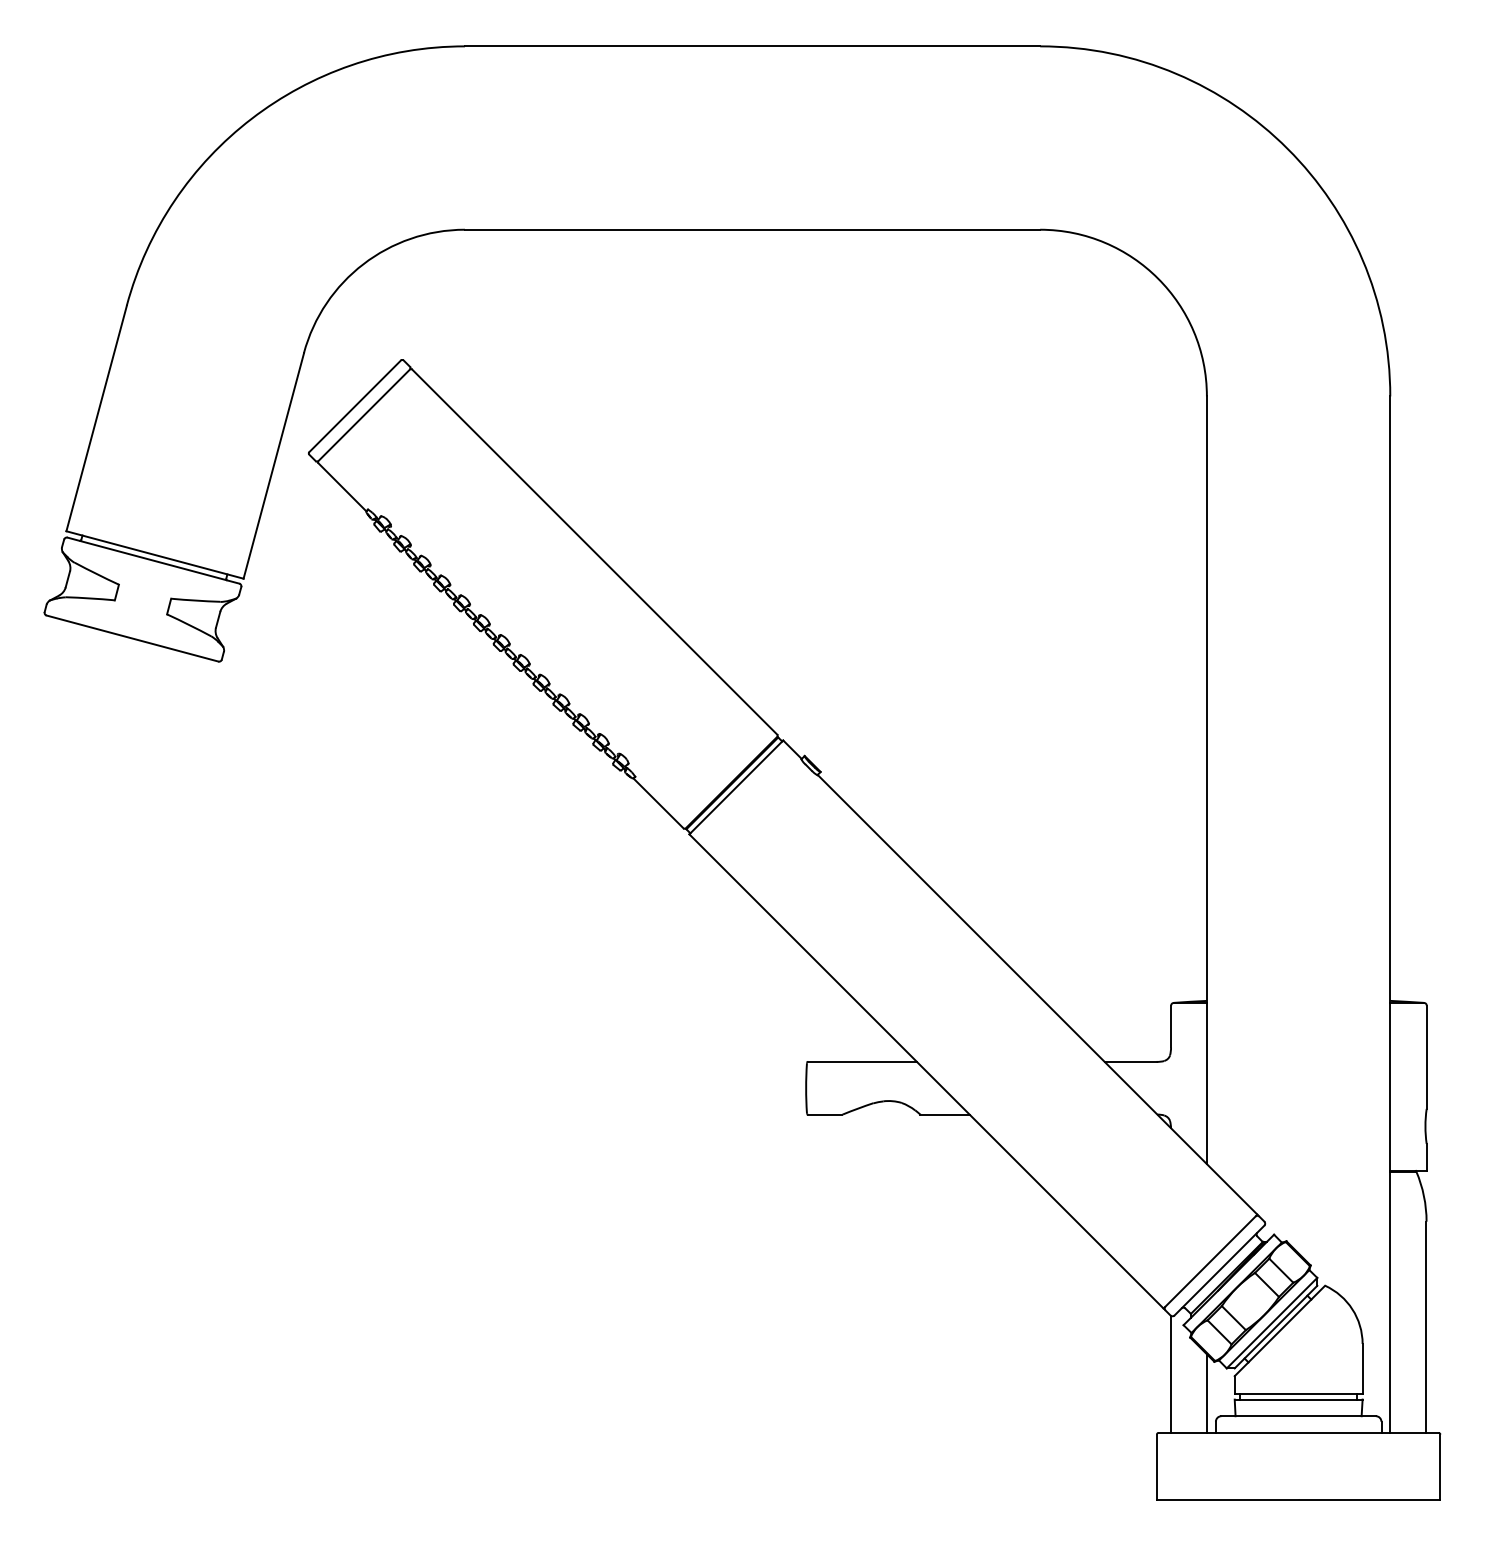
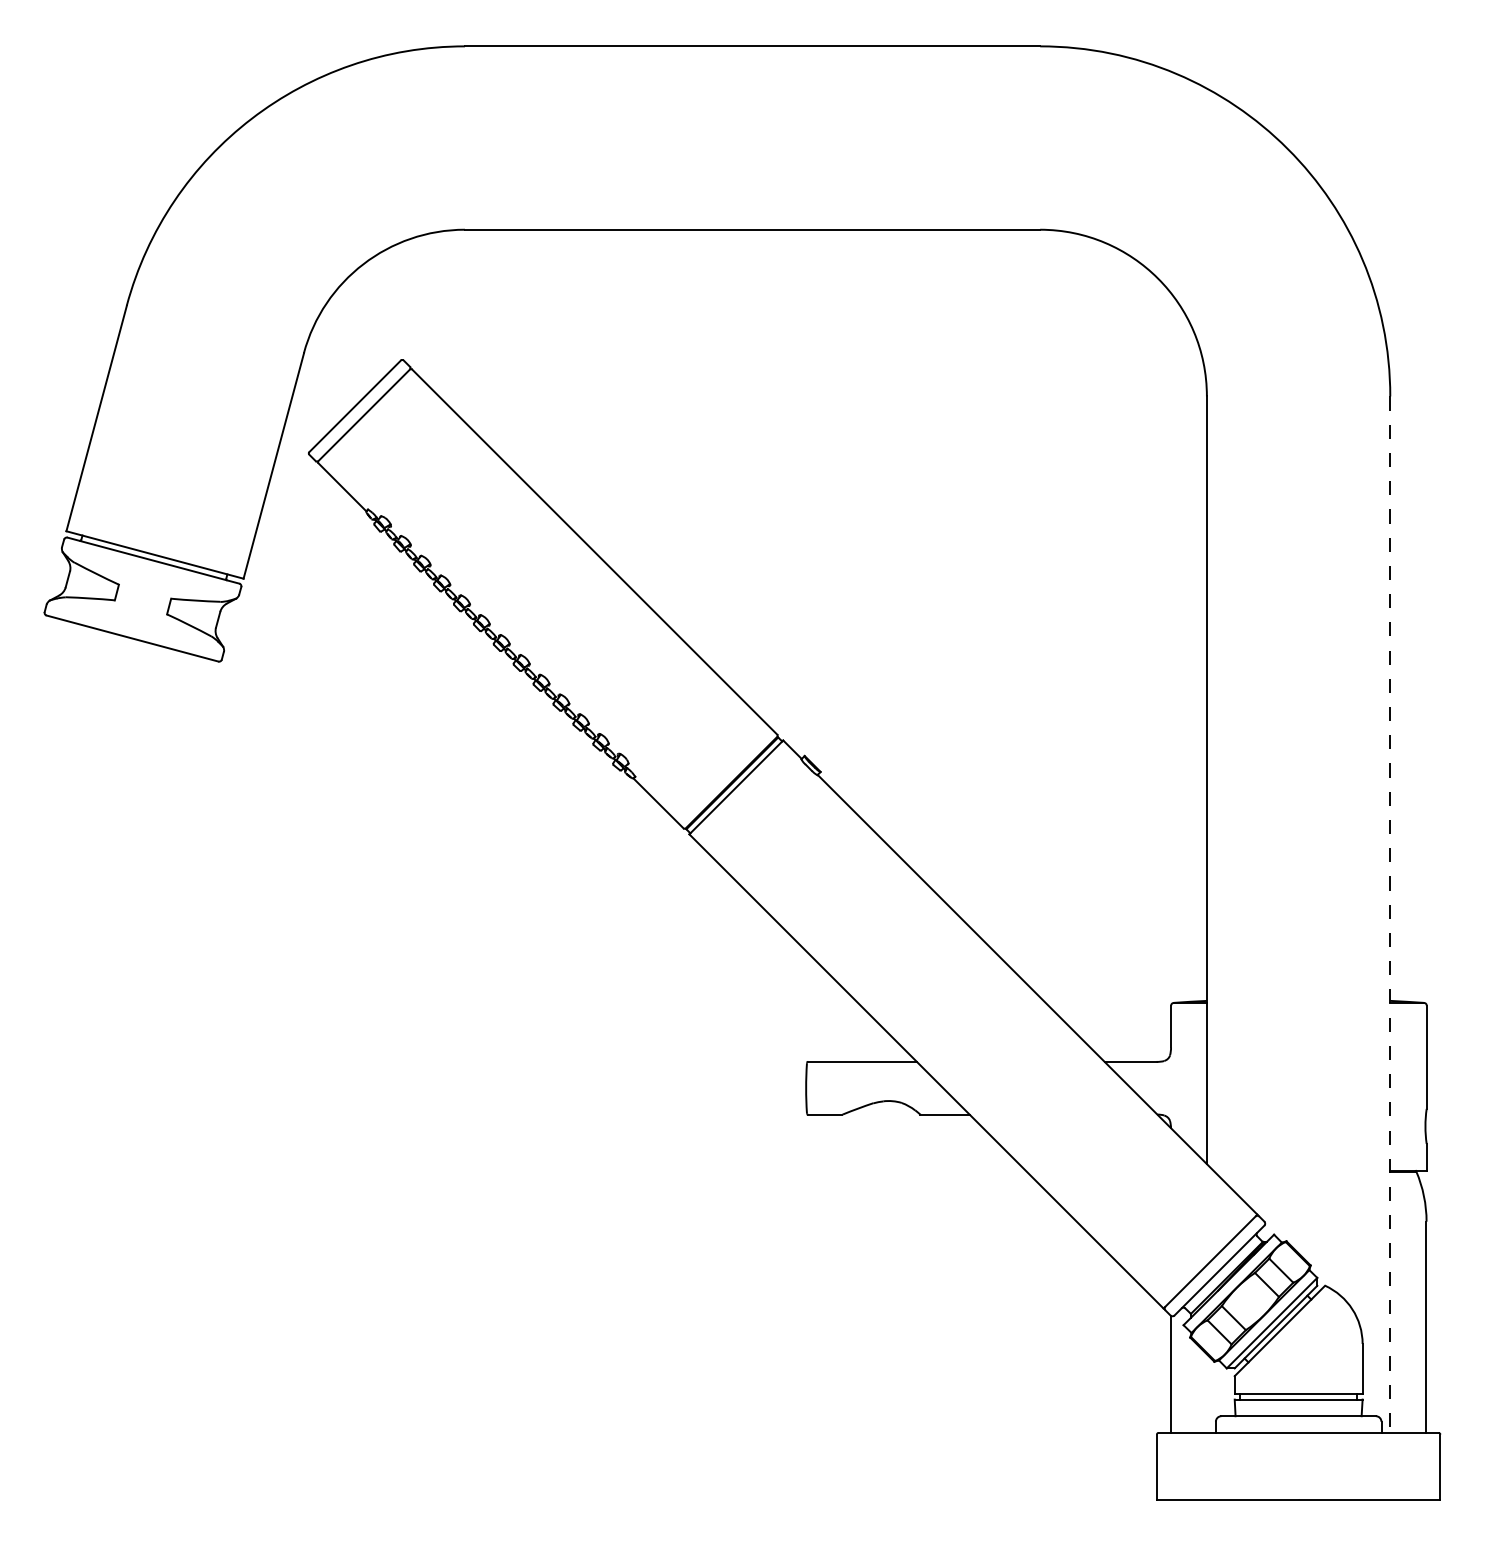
line at (1390, 915): solid -> dashed
line at (1206, 1393): present -> none
